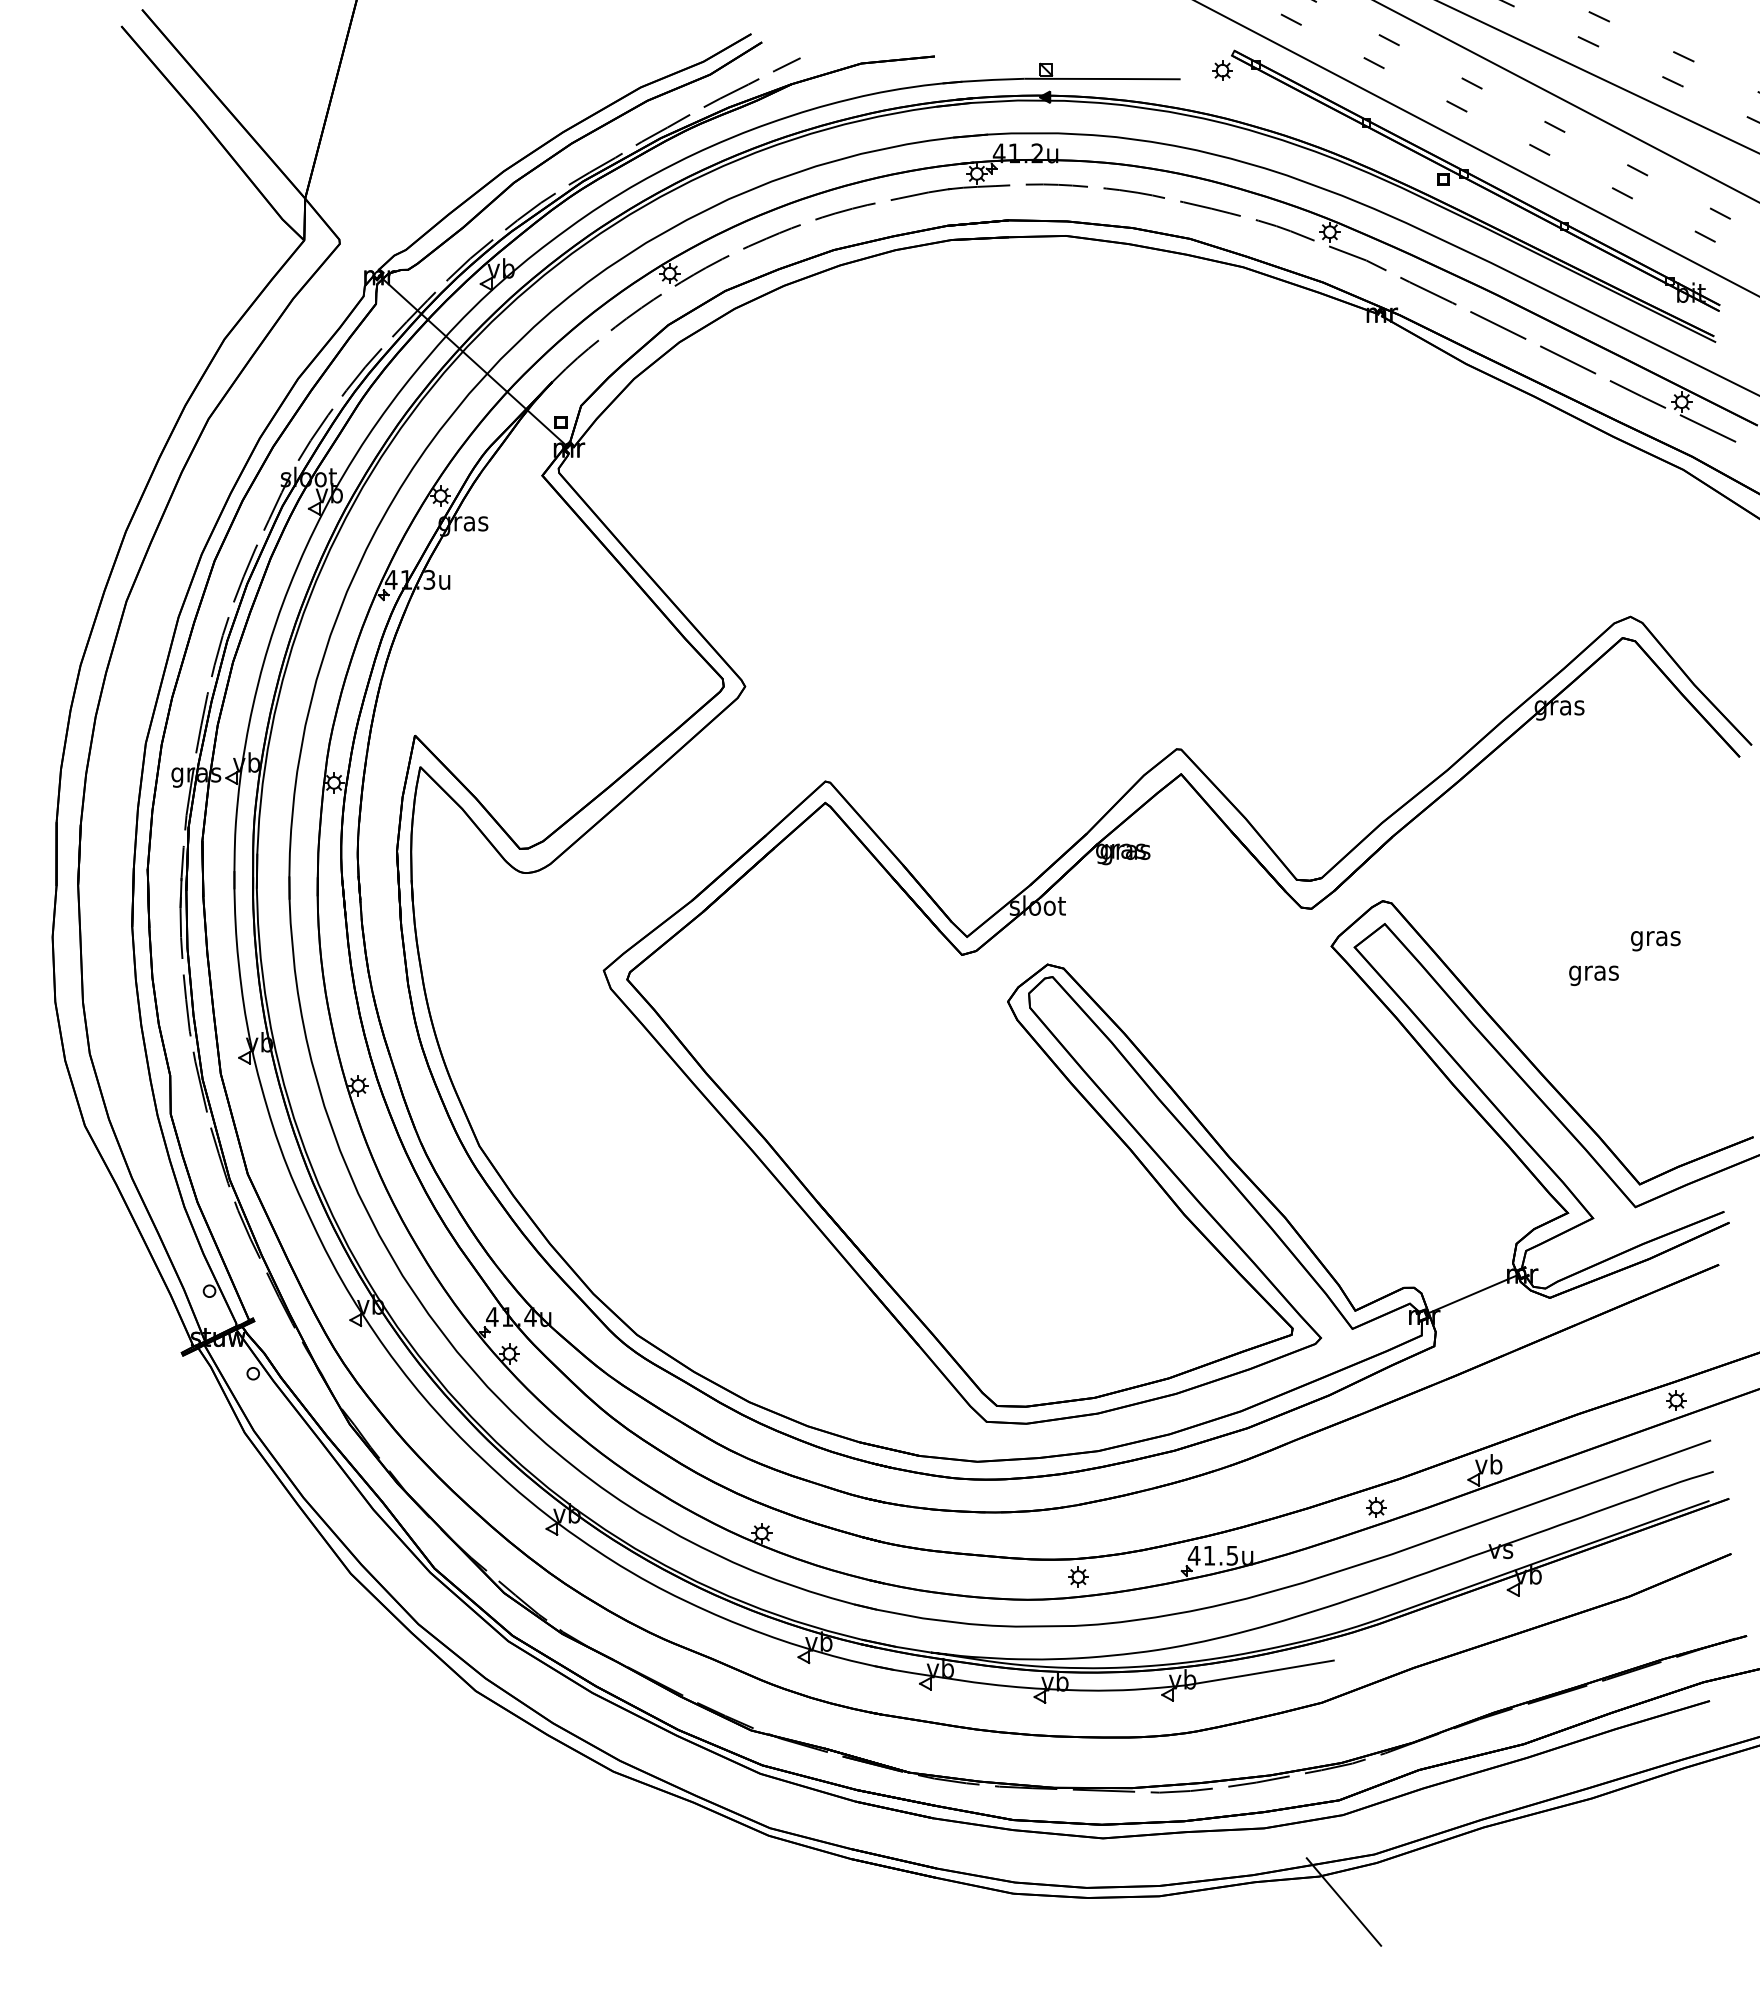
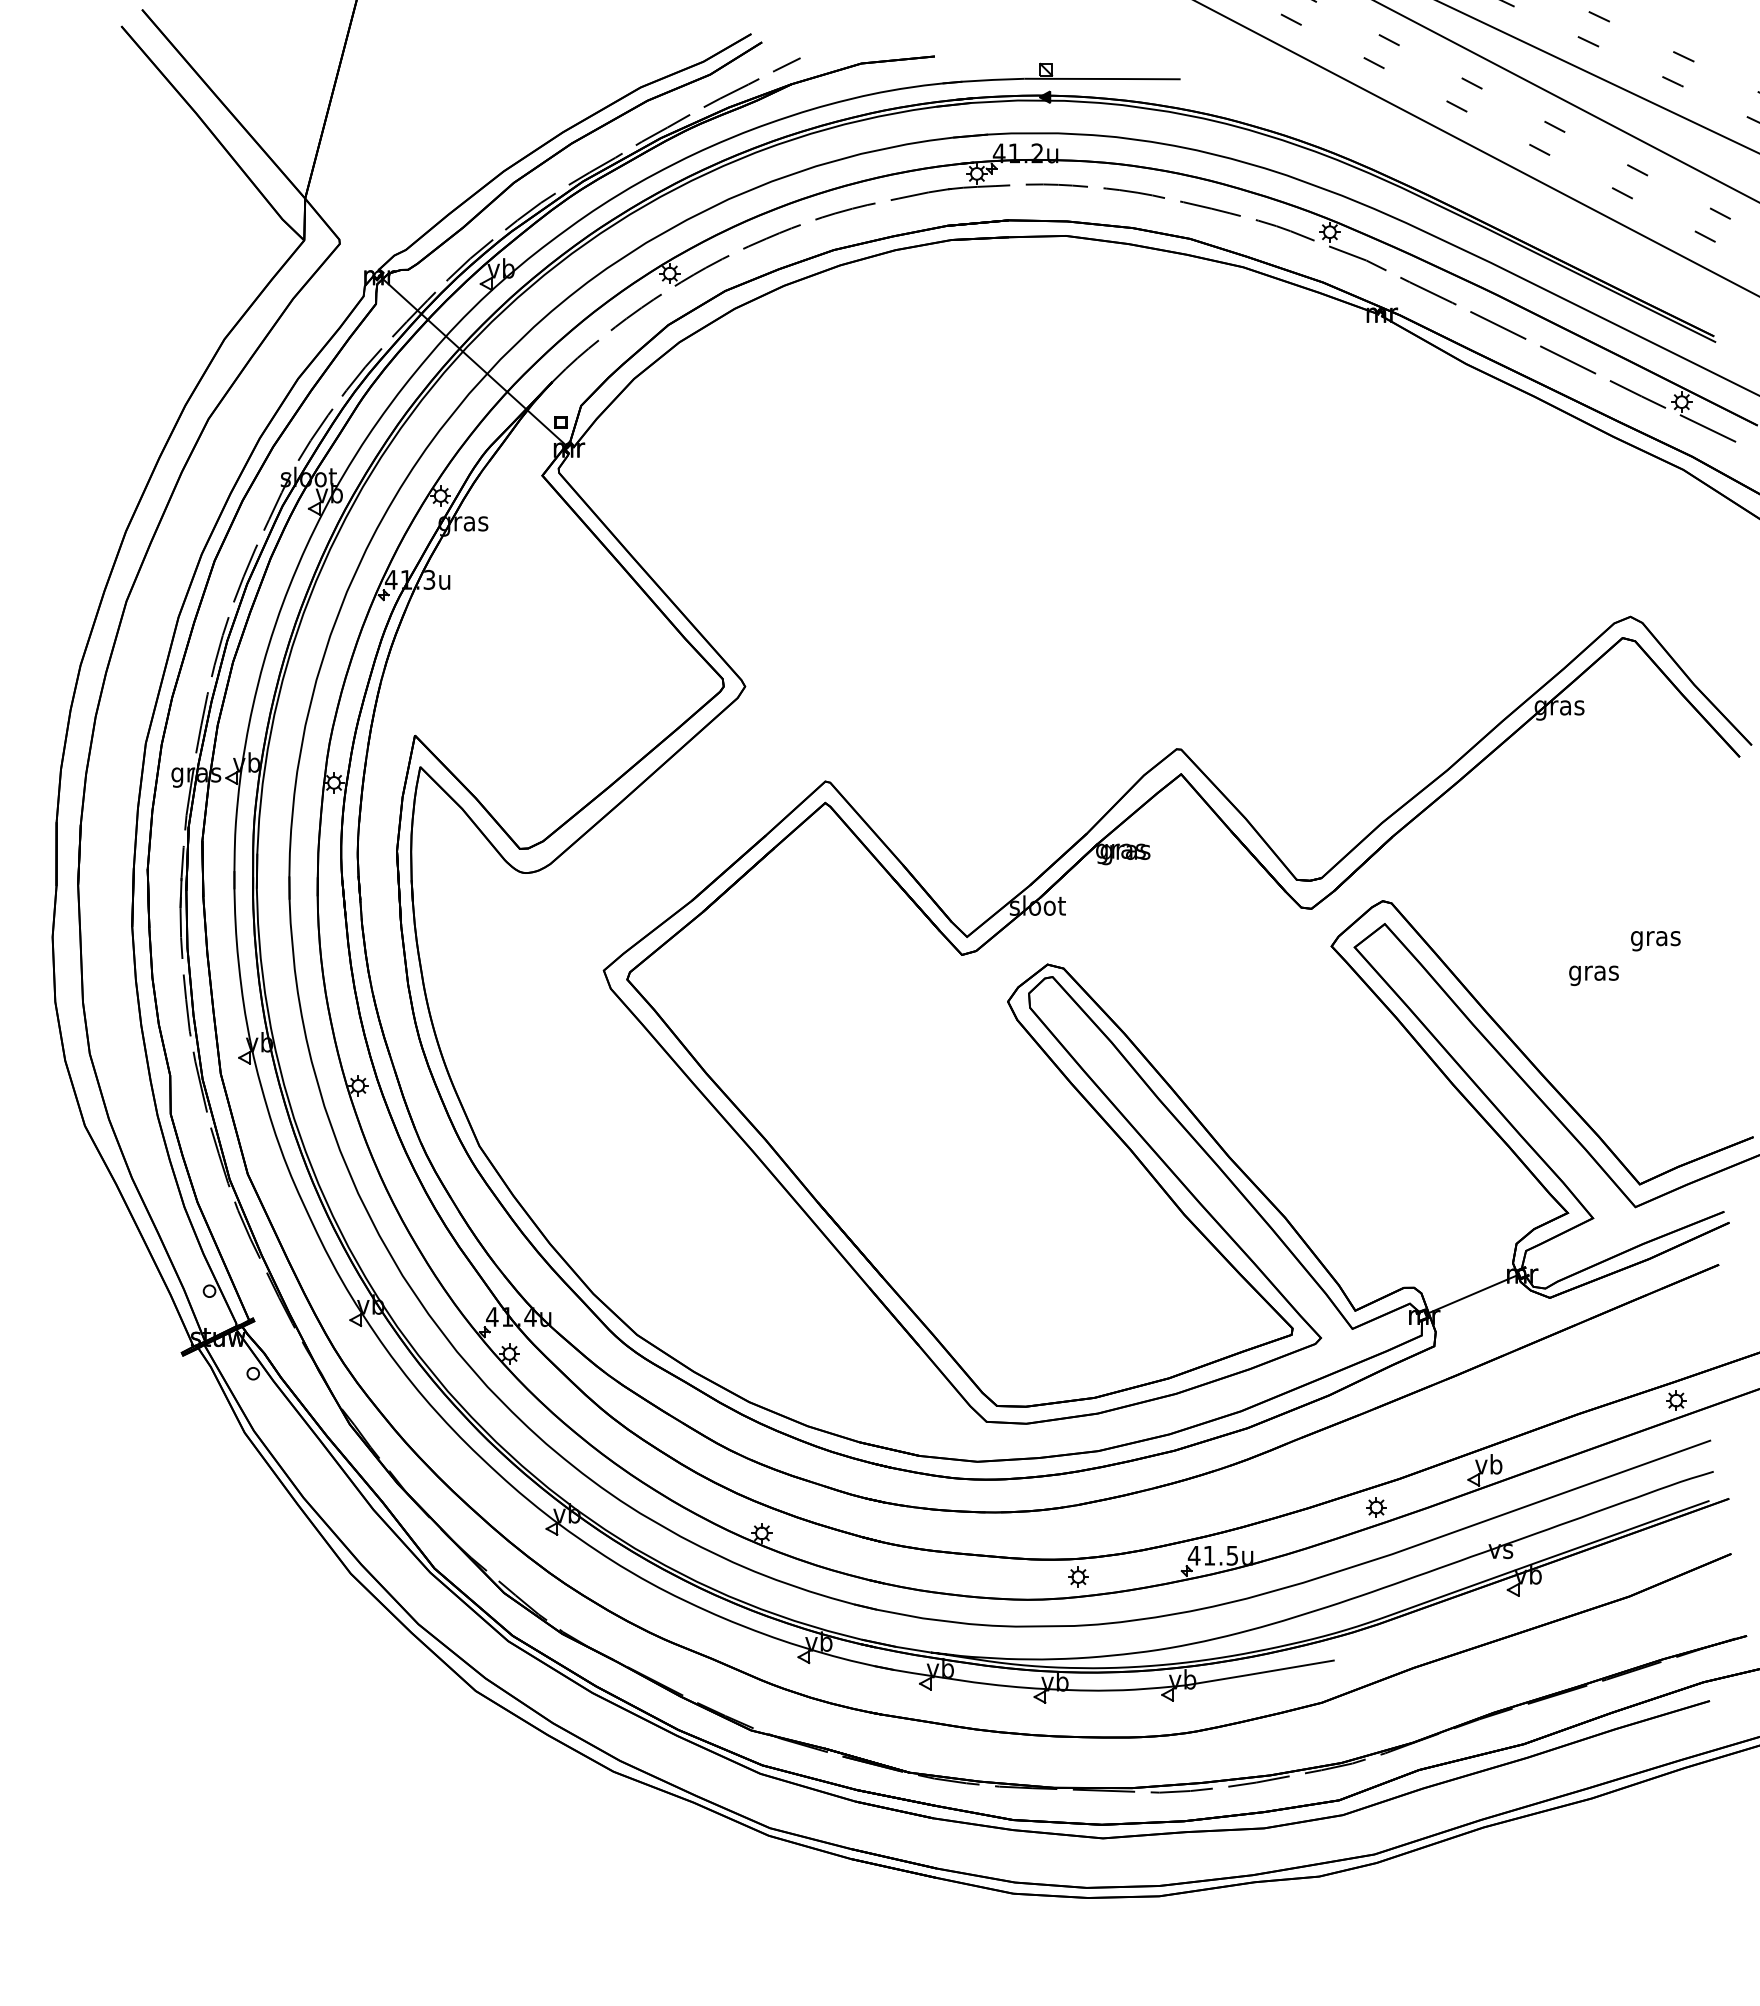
part at (1466, 180): present -> none
line at (1343, 1901): present -> none
